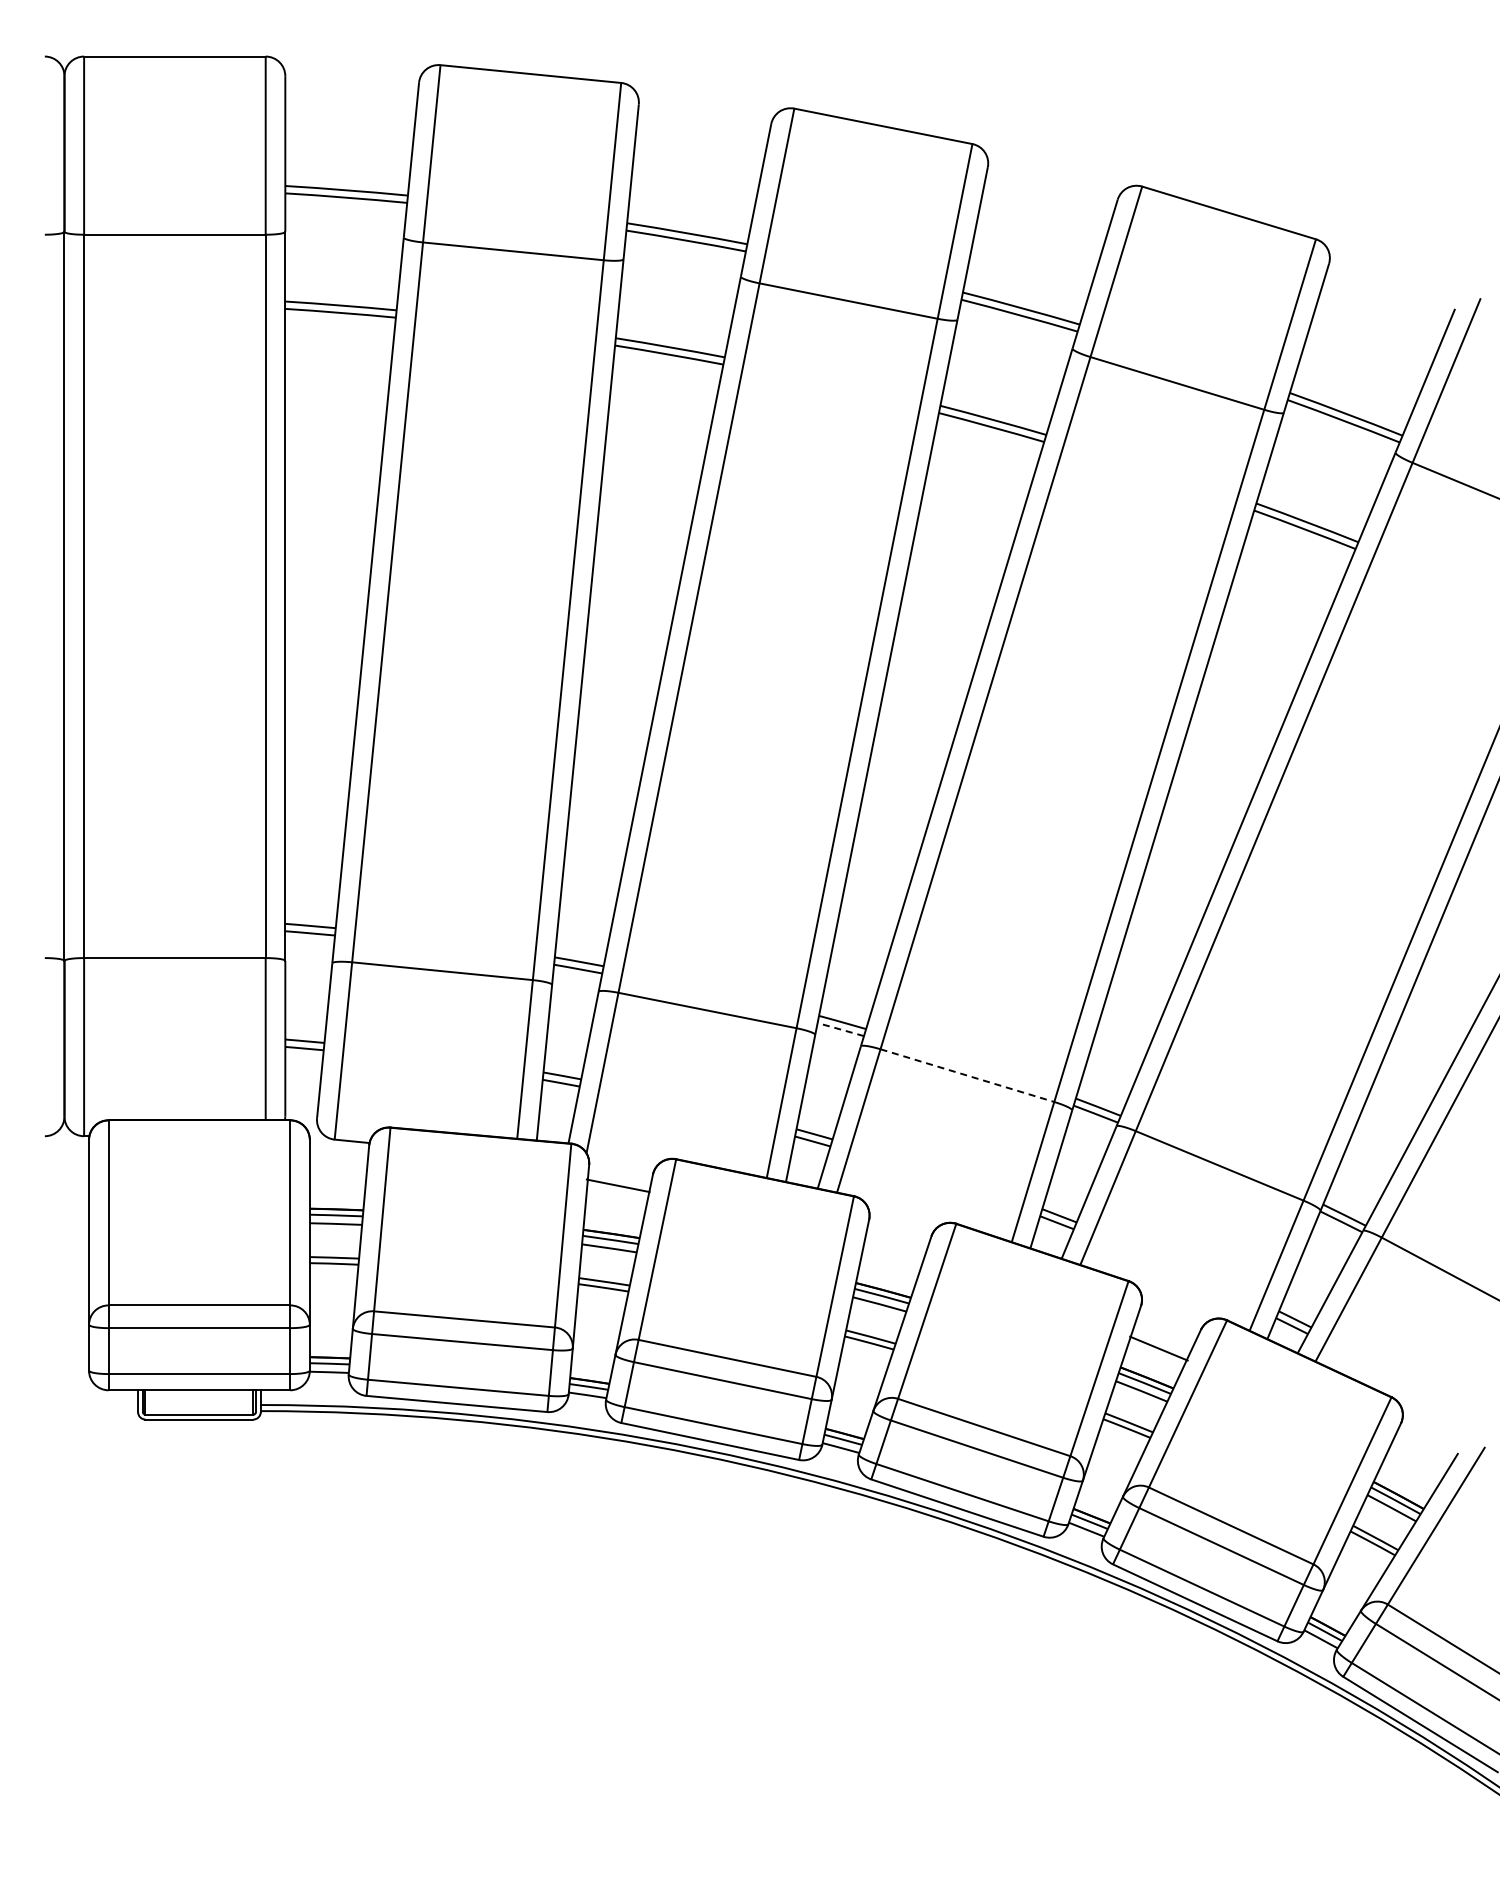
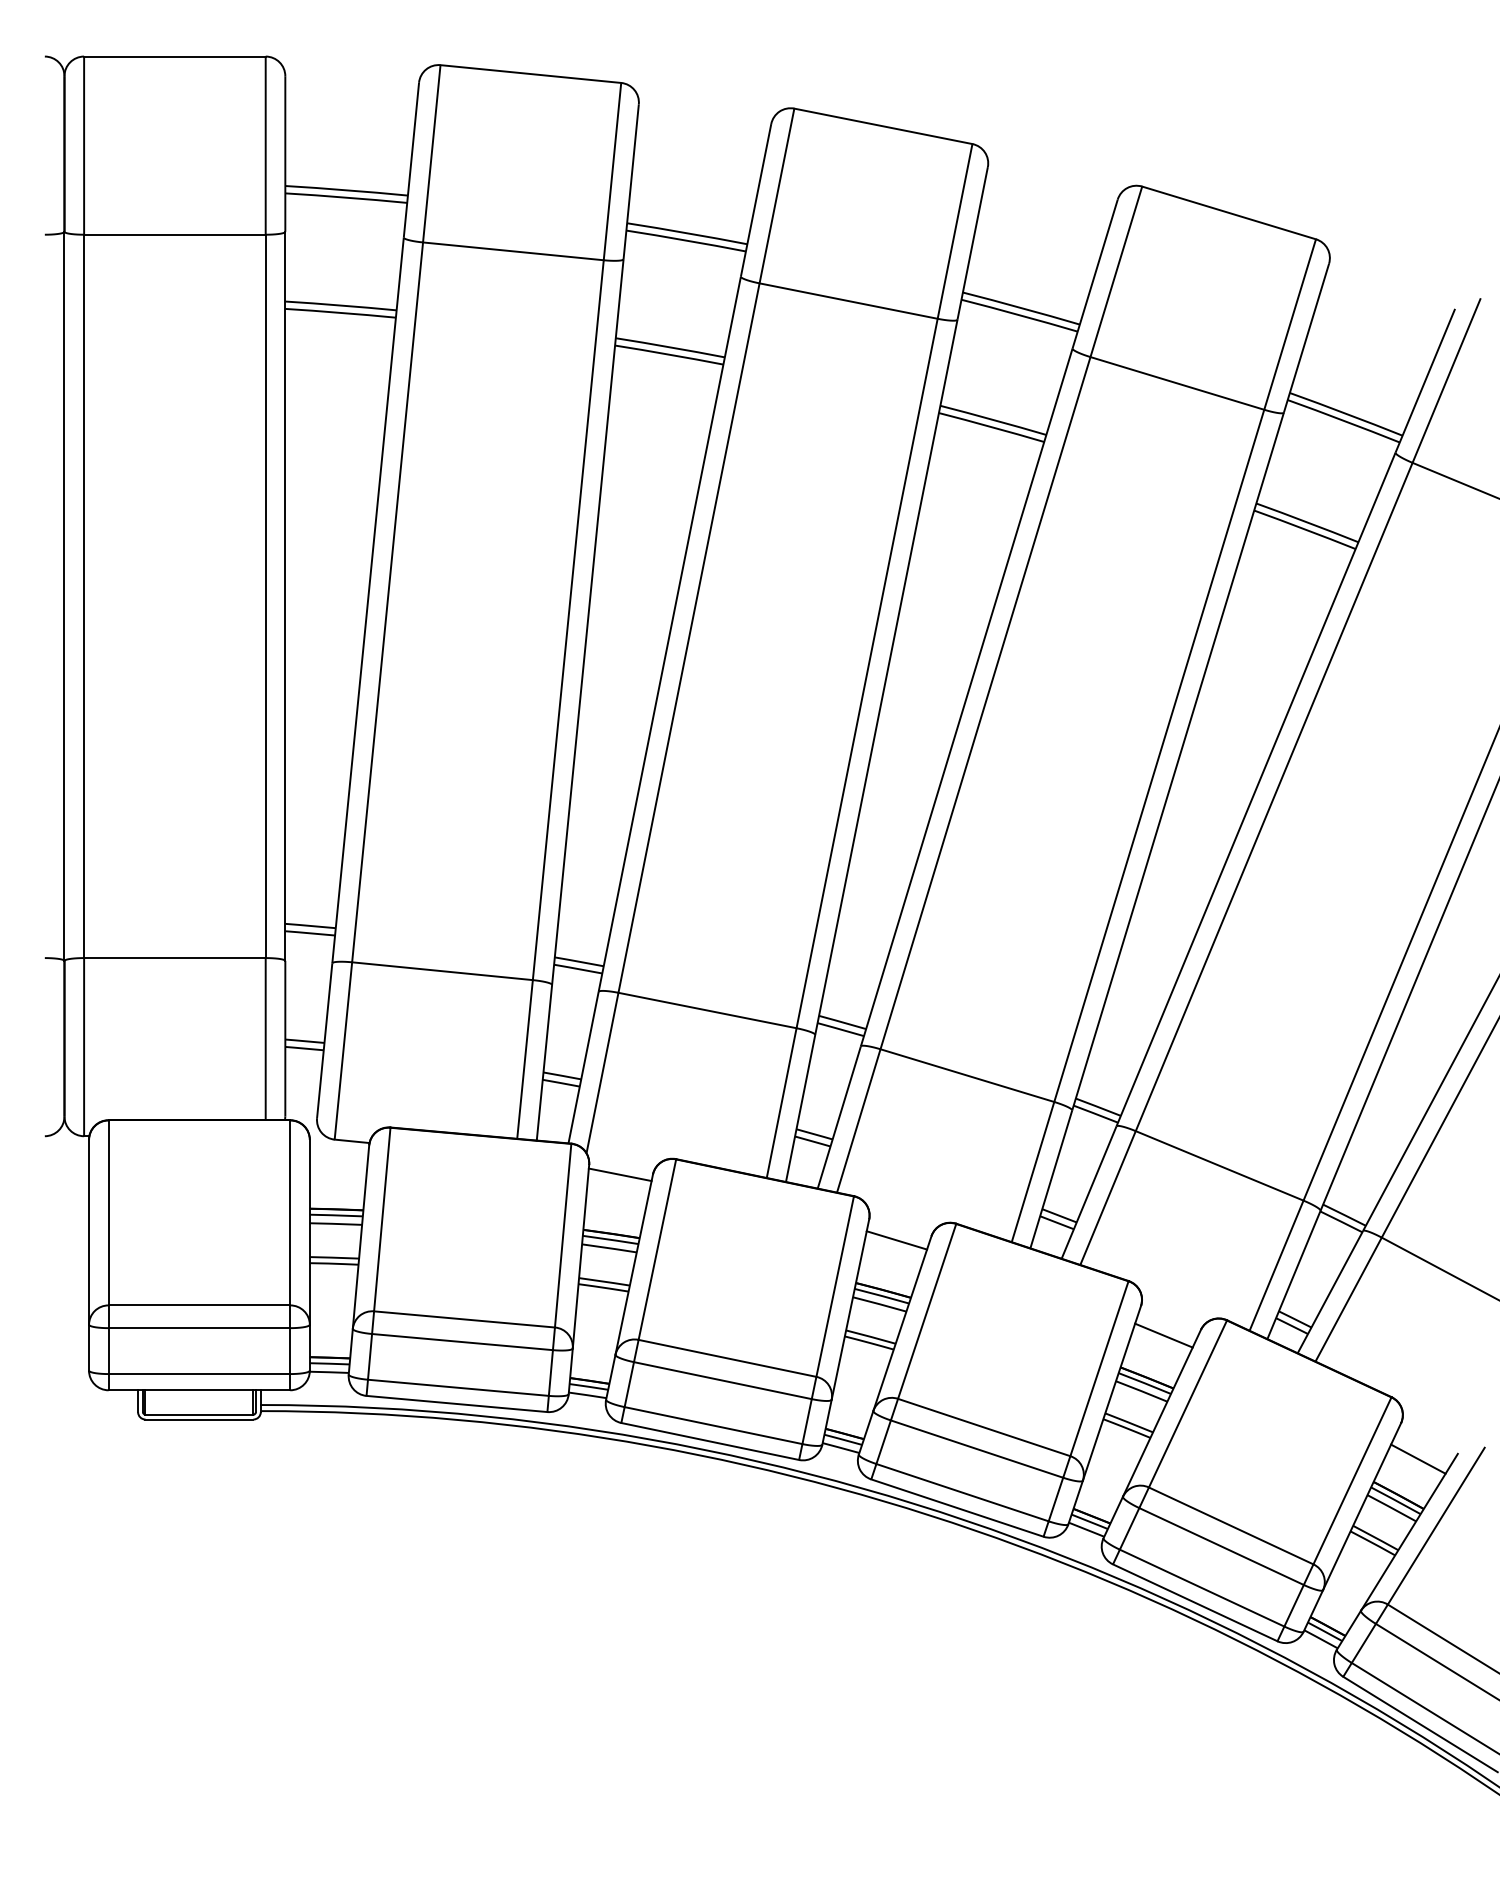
line at (840, 1029): dashed -> solid
line at (967, 1075): dashed -> solid
line at (617, 1185) position: (617, 1185) -> (619, 1174)
line at (896, 1240): none -> present
line at (1158, 1348) position: (1158, 1348) -> (1163, 1335)
line at (1418, 1458): none -> present
